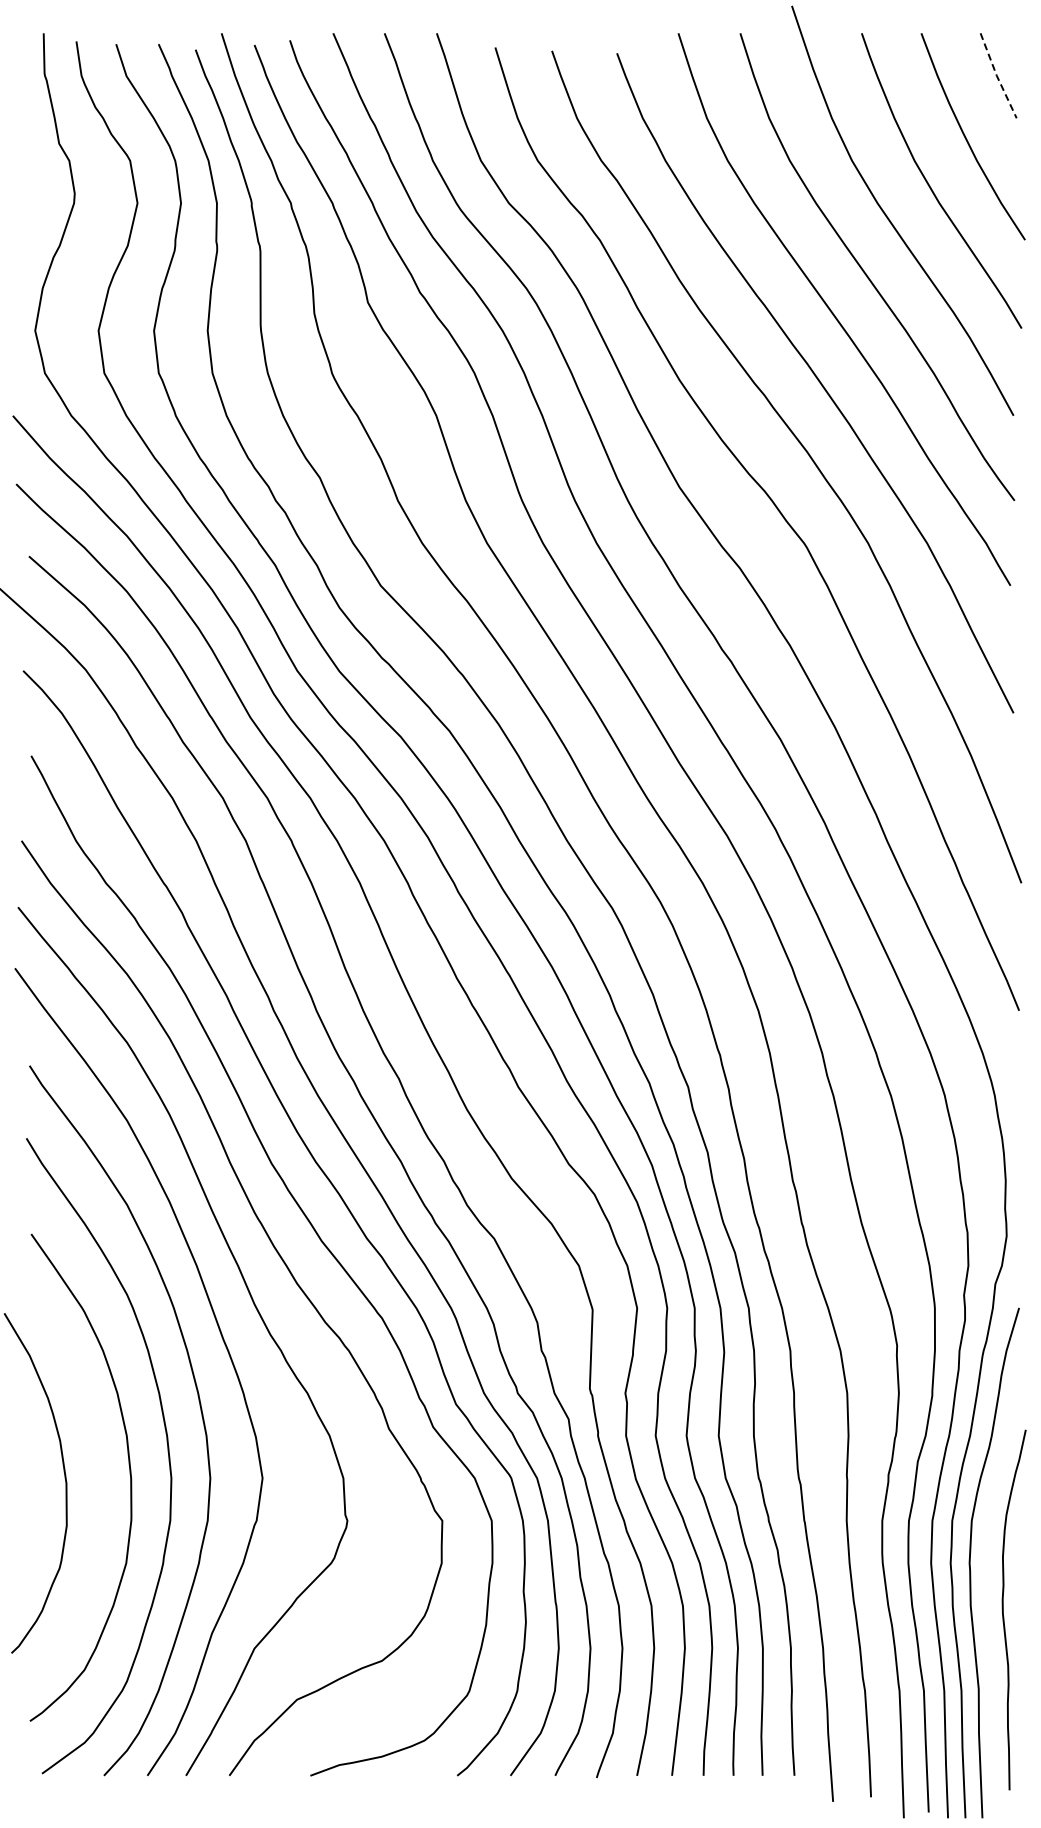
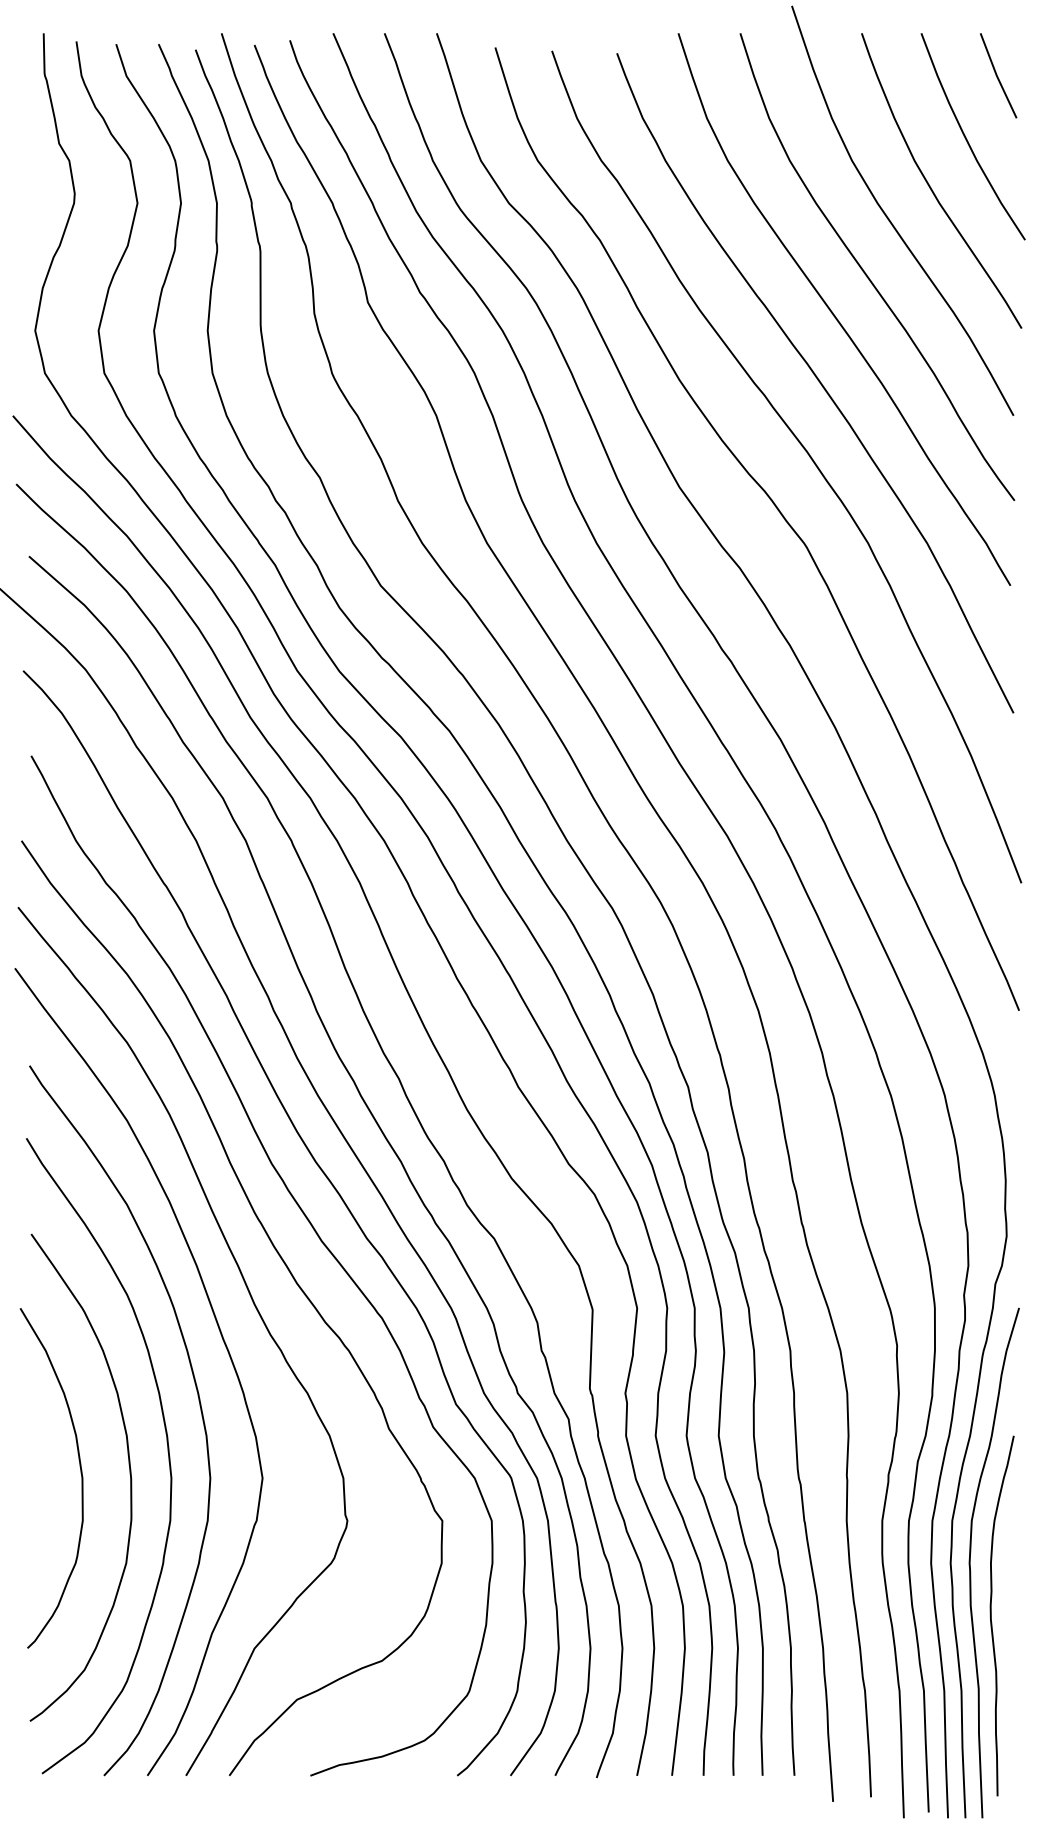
line at (996, 75): dashed -> solid
curve at (64, 1478) position: (64, 1478) -> (80, 1473)
curve at (1003, 1609) position: (1003, 1609) -> (991, 1615)
